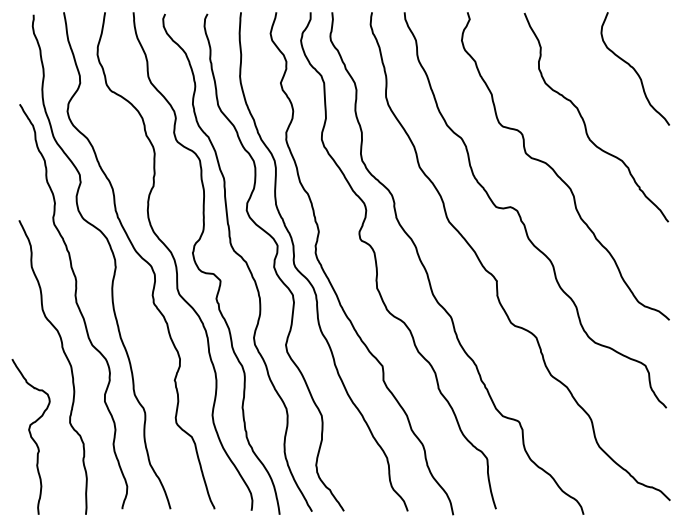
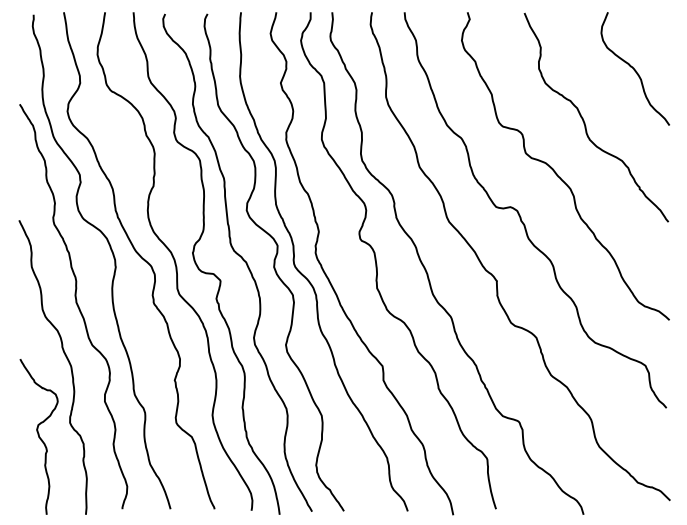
curve at (30, 436) position: (30, 436) -> (38, 436)
